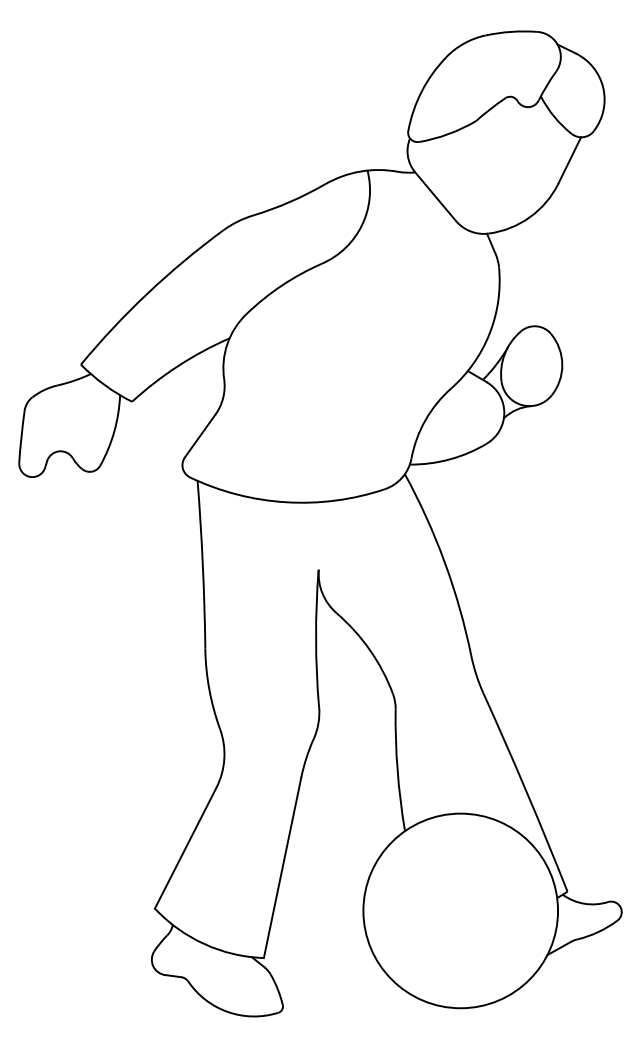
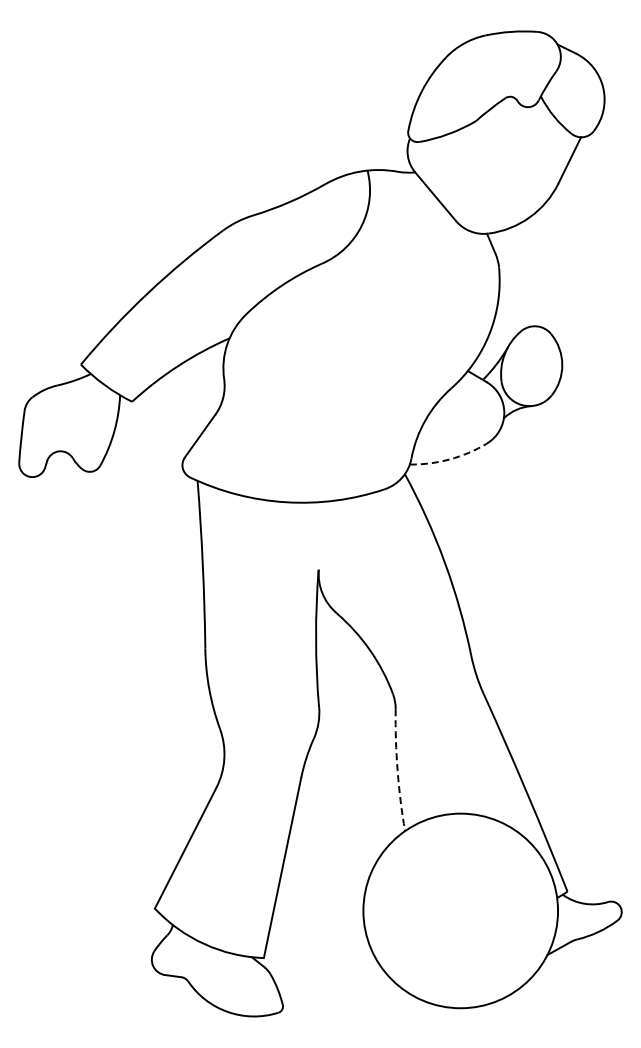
arc at (449, 459): solid -> dashed
arc at (397, 770): solid -> dashed
